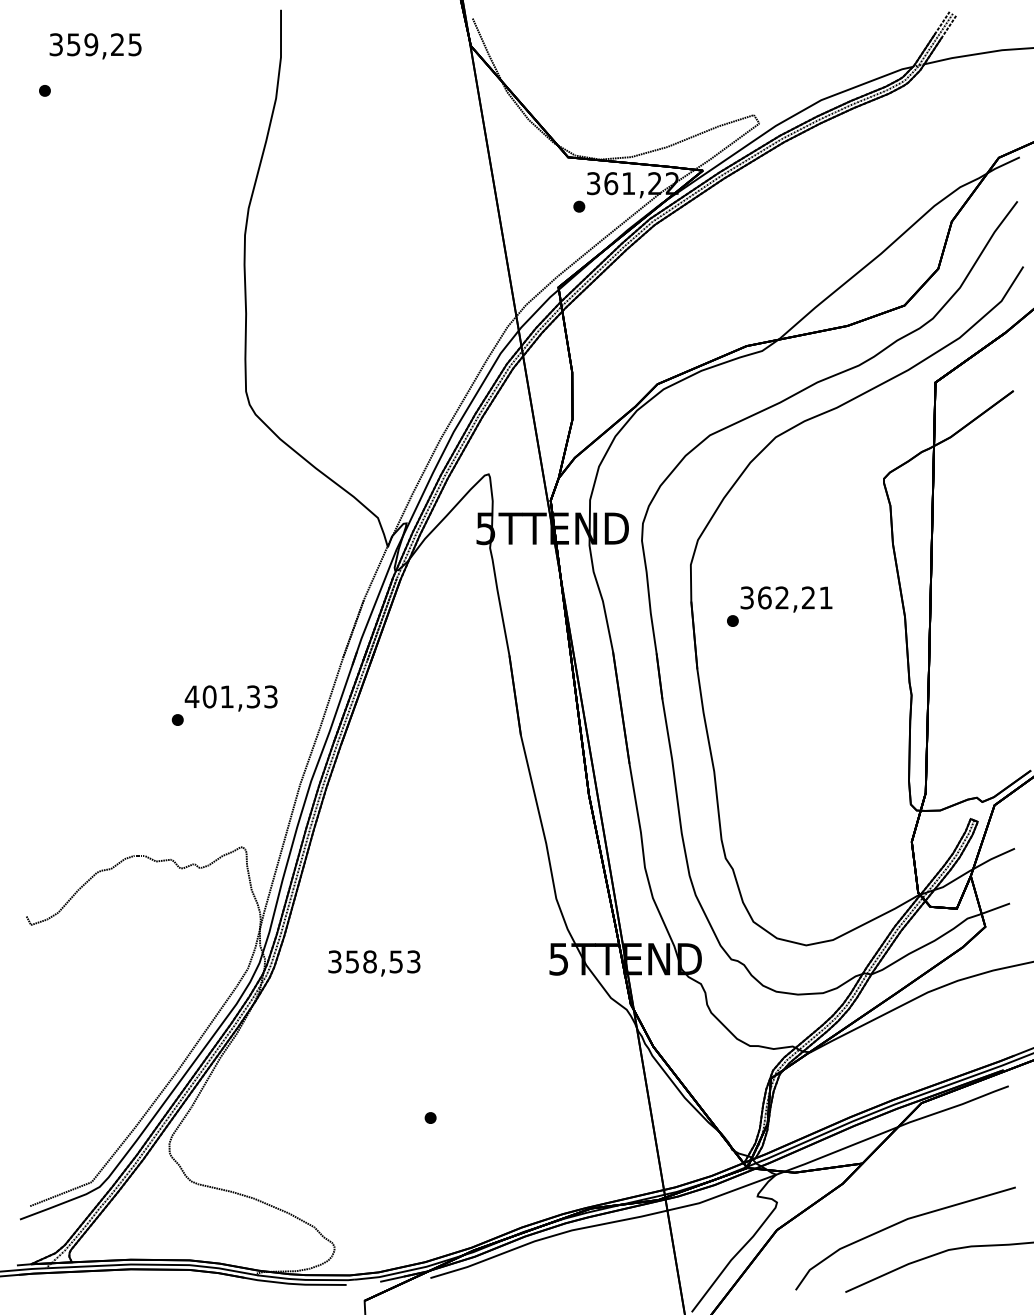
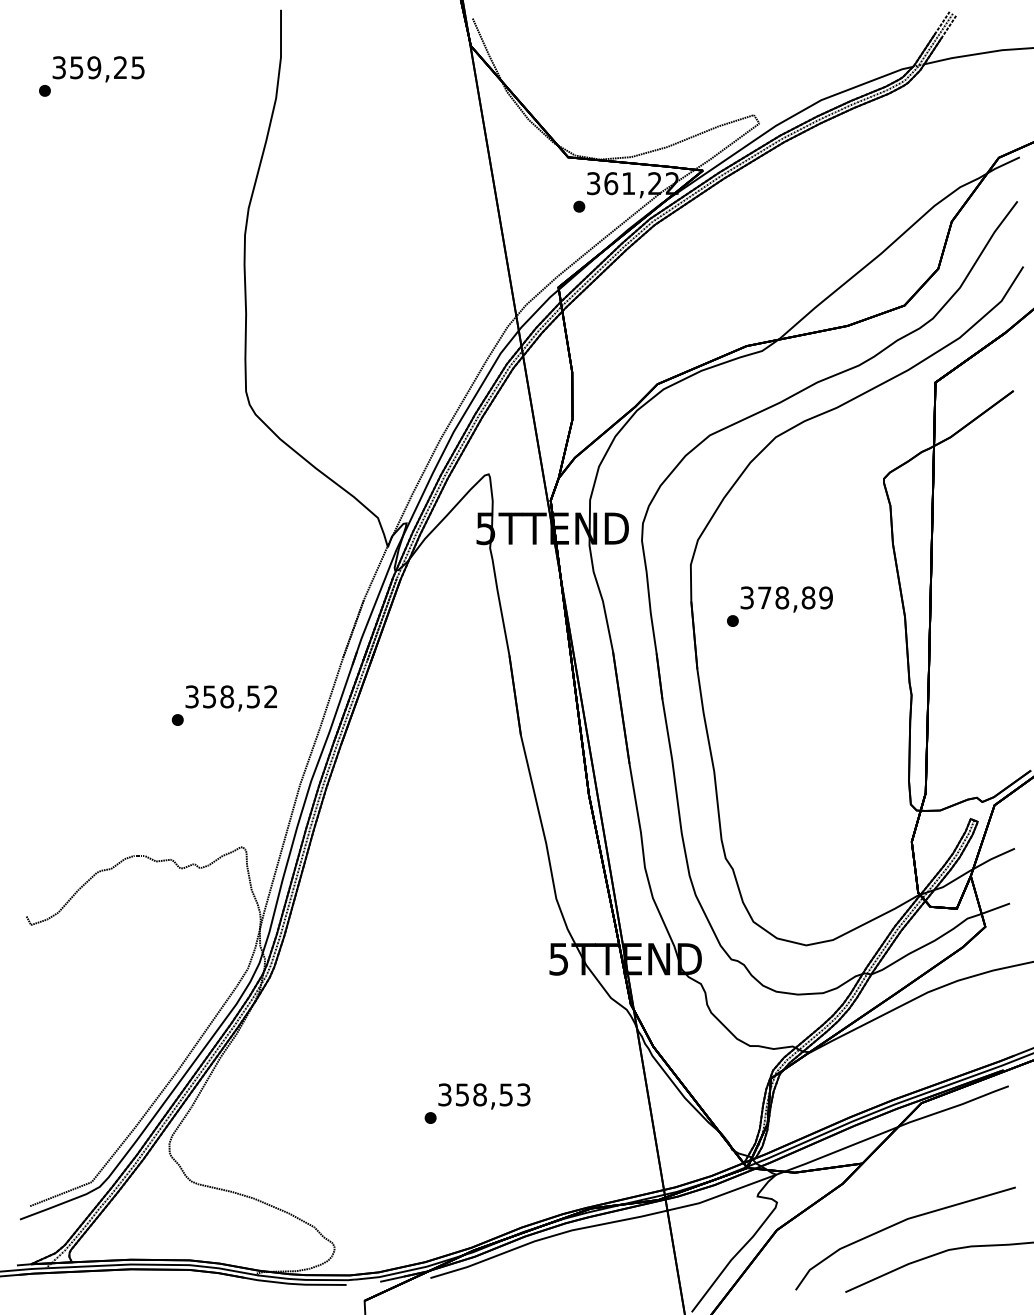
text at (95, 46) position: (95, 46) -> (98, 69)
text at (795, 597): 362,21 -> 378,89
text at (230, 696): 401,33 -> 358,52
text at (374, 963) position: (374, 963) -> (484, 1096)
